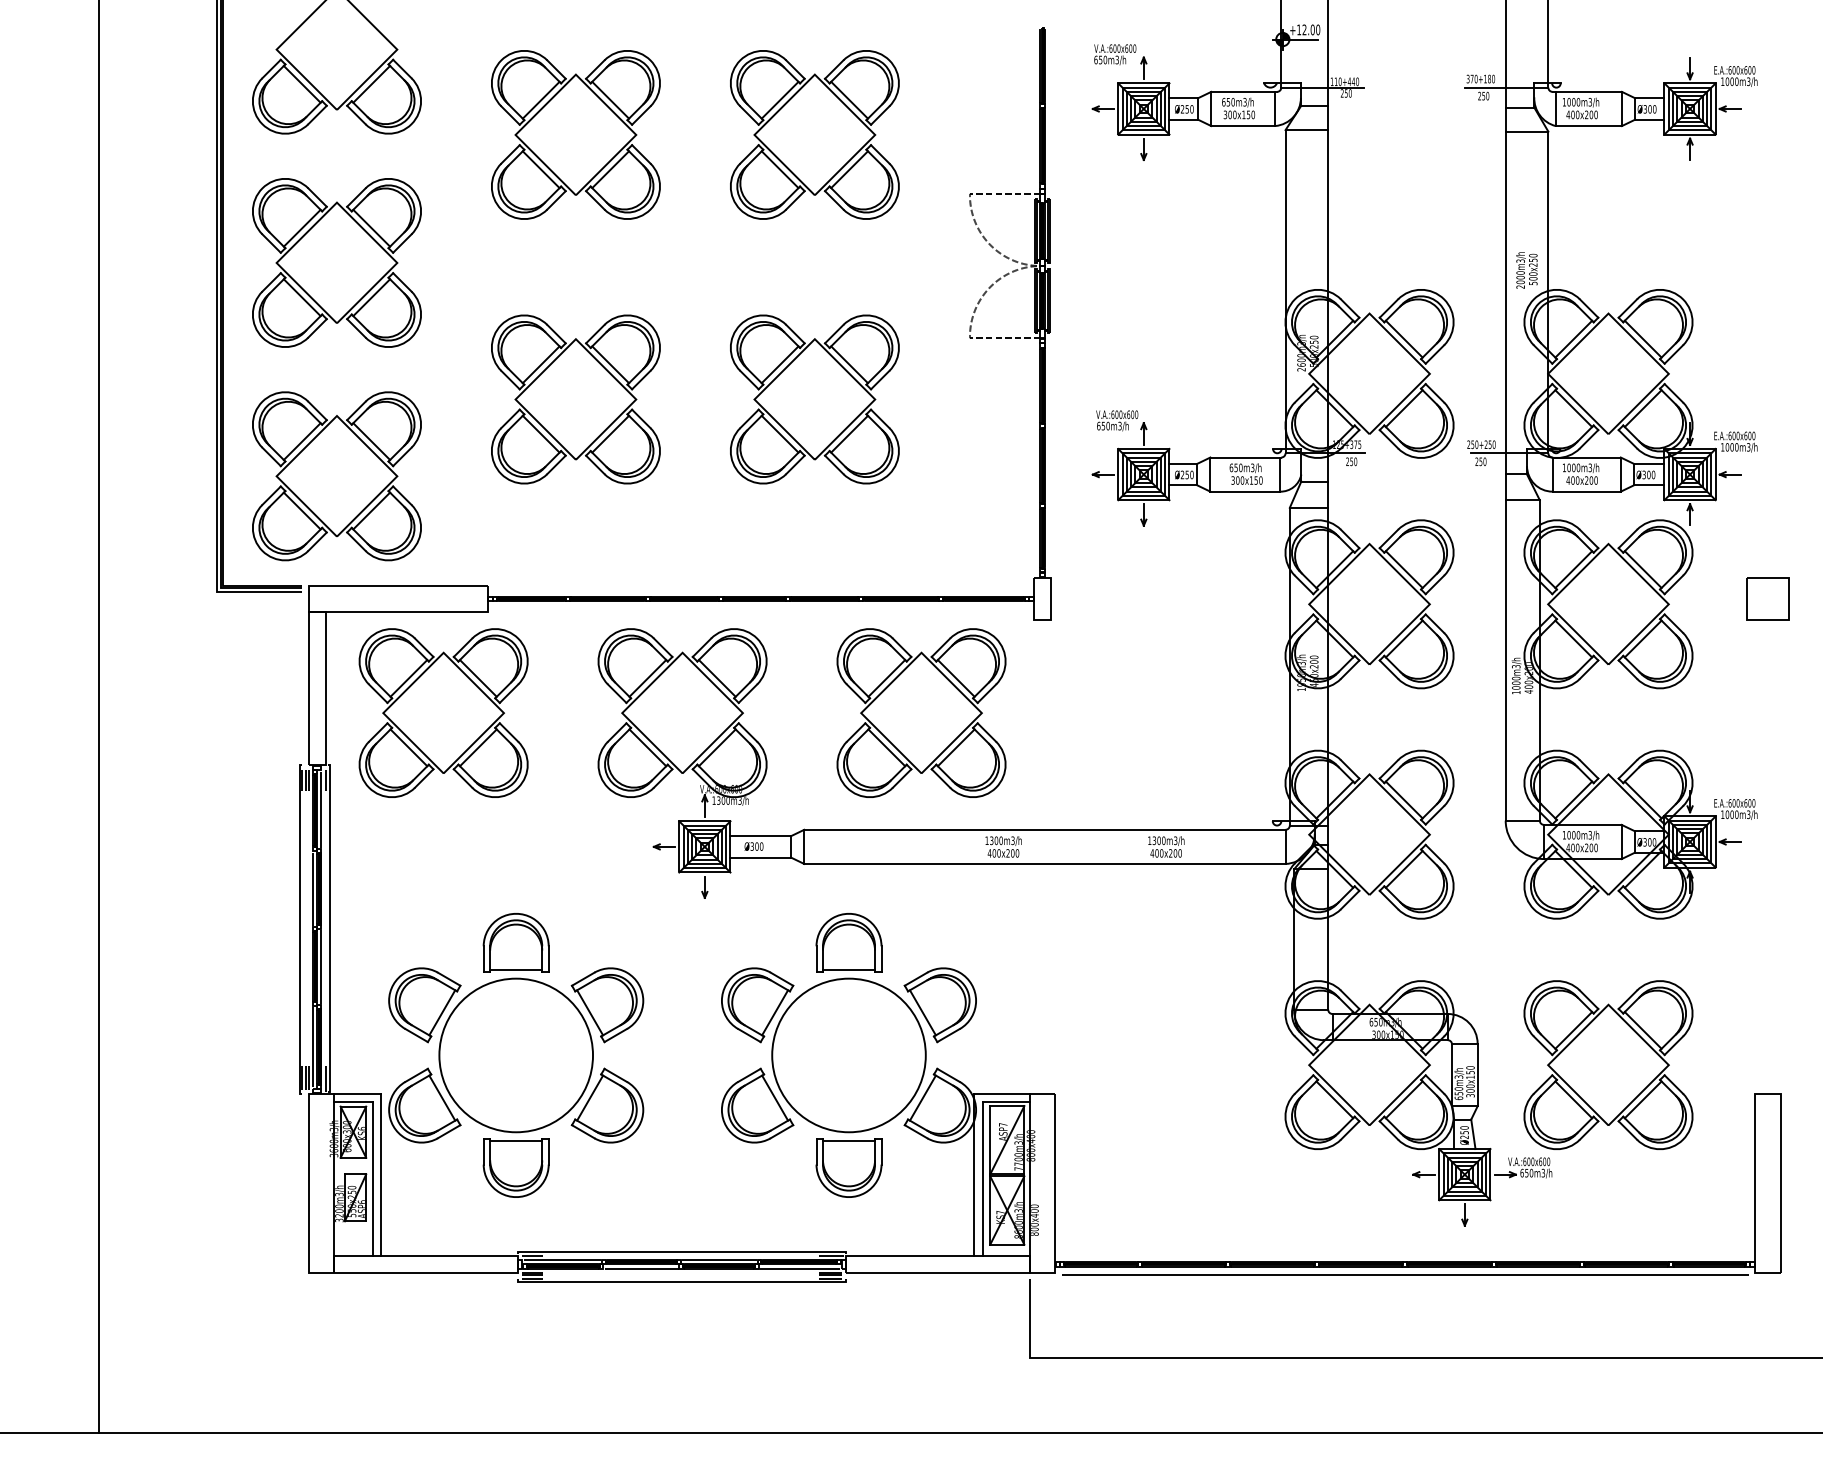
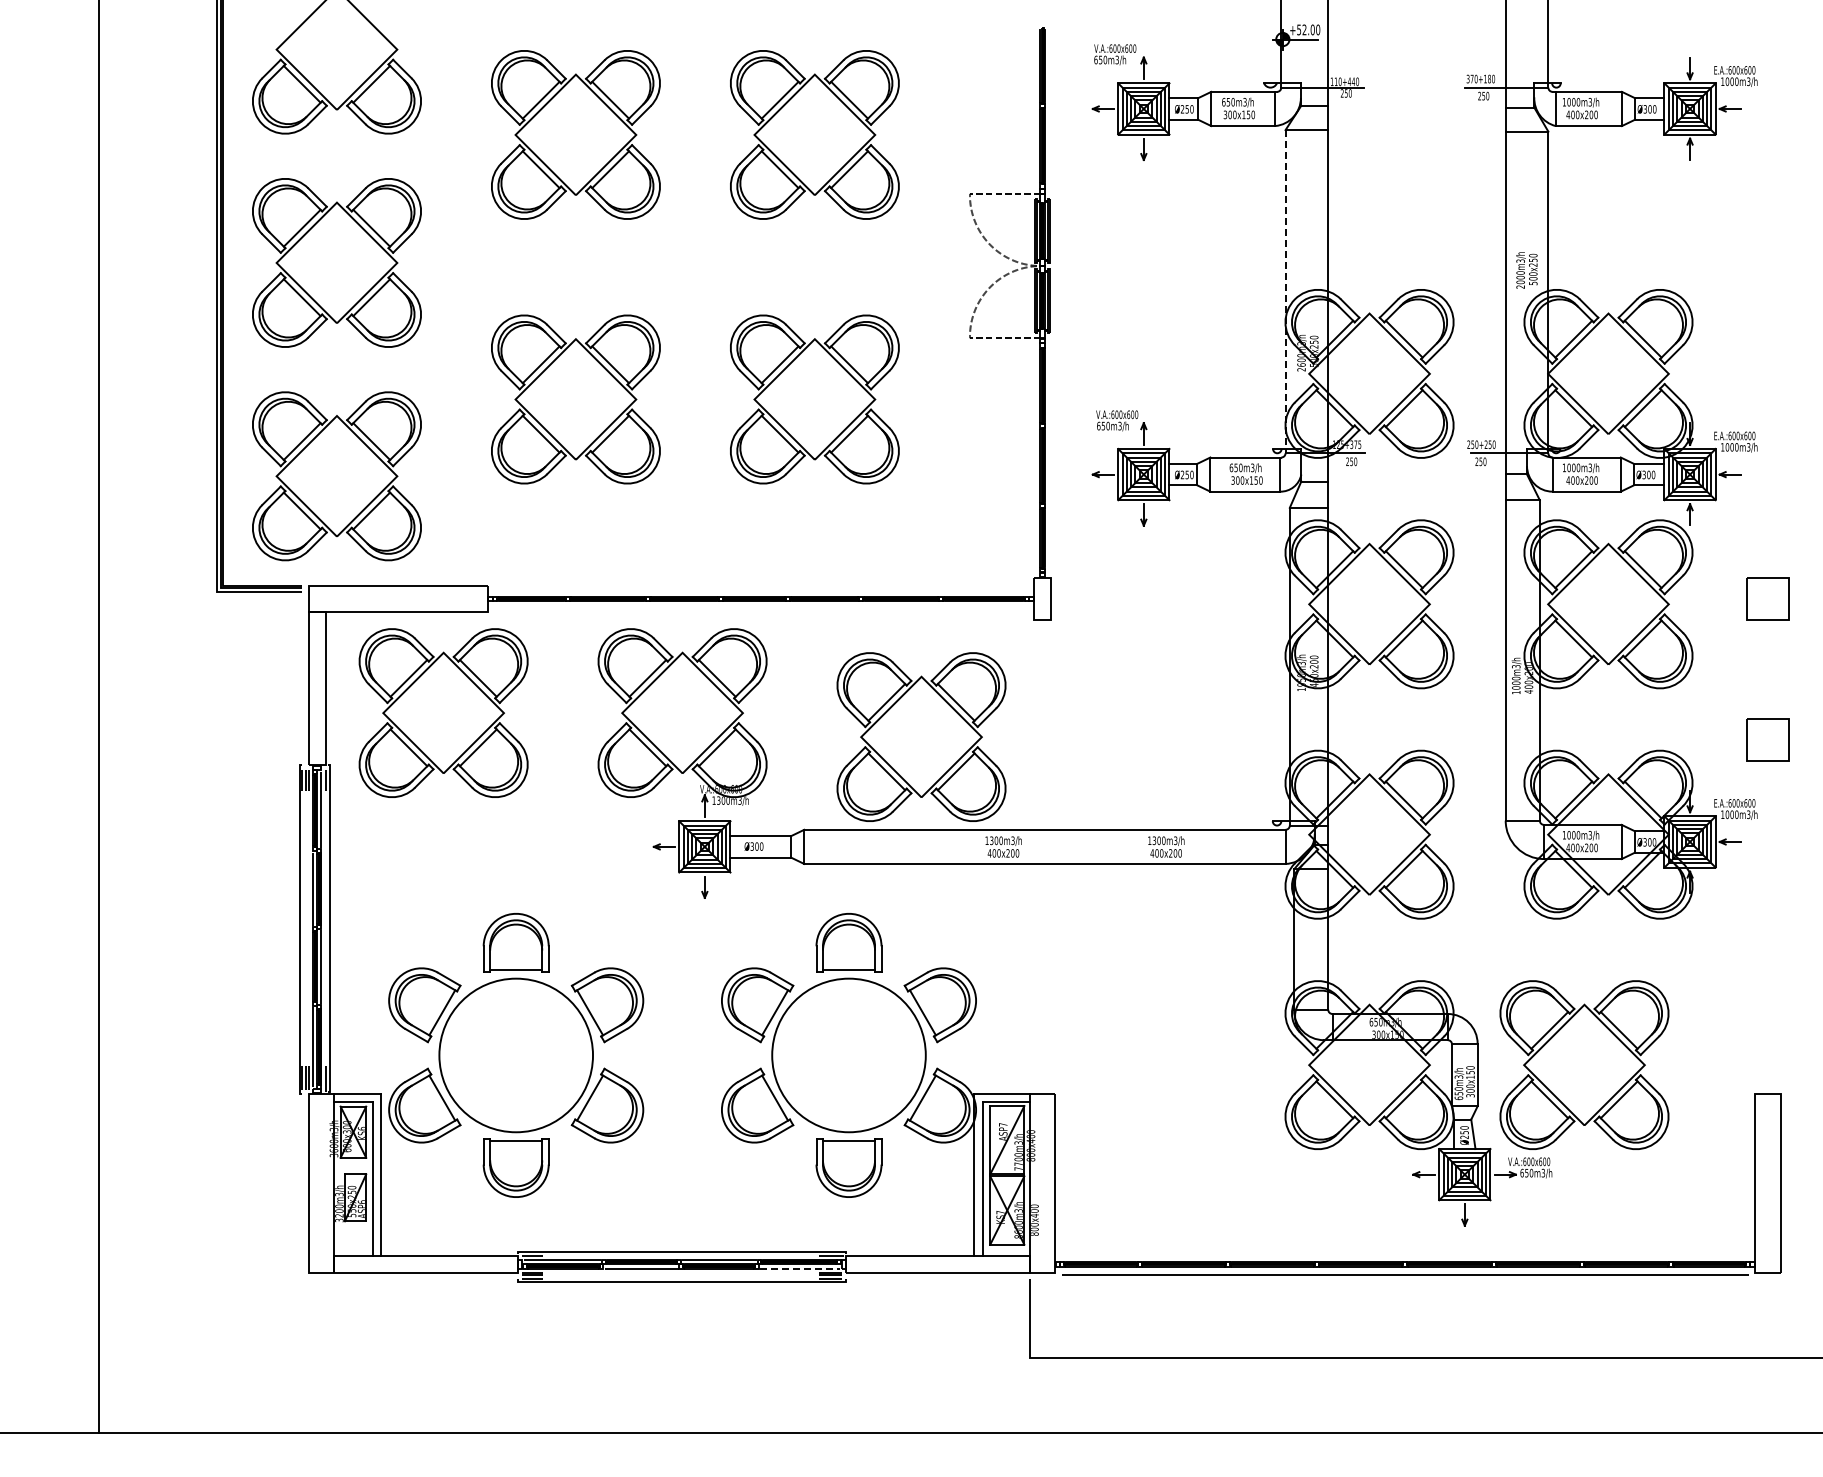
text at (1299, 29): +12.00 -> +52.00
line at (1285, 291): solid -> dashed
part at (921, 712) position: (921, 712) -> (921, 736)
part at (1767, 739): none -> present
part at (1608, 1064) position: (1608, 1064) -> (1584, 1064)
line at (800, 1268): solid -> dashed
